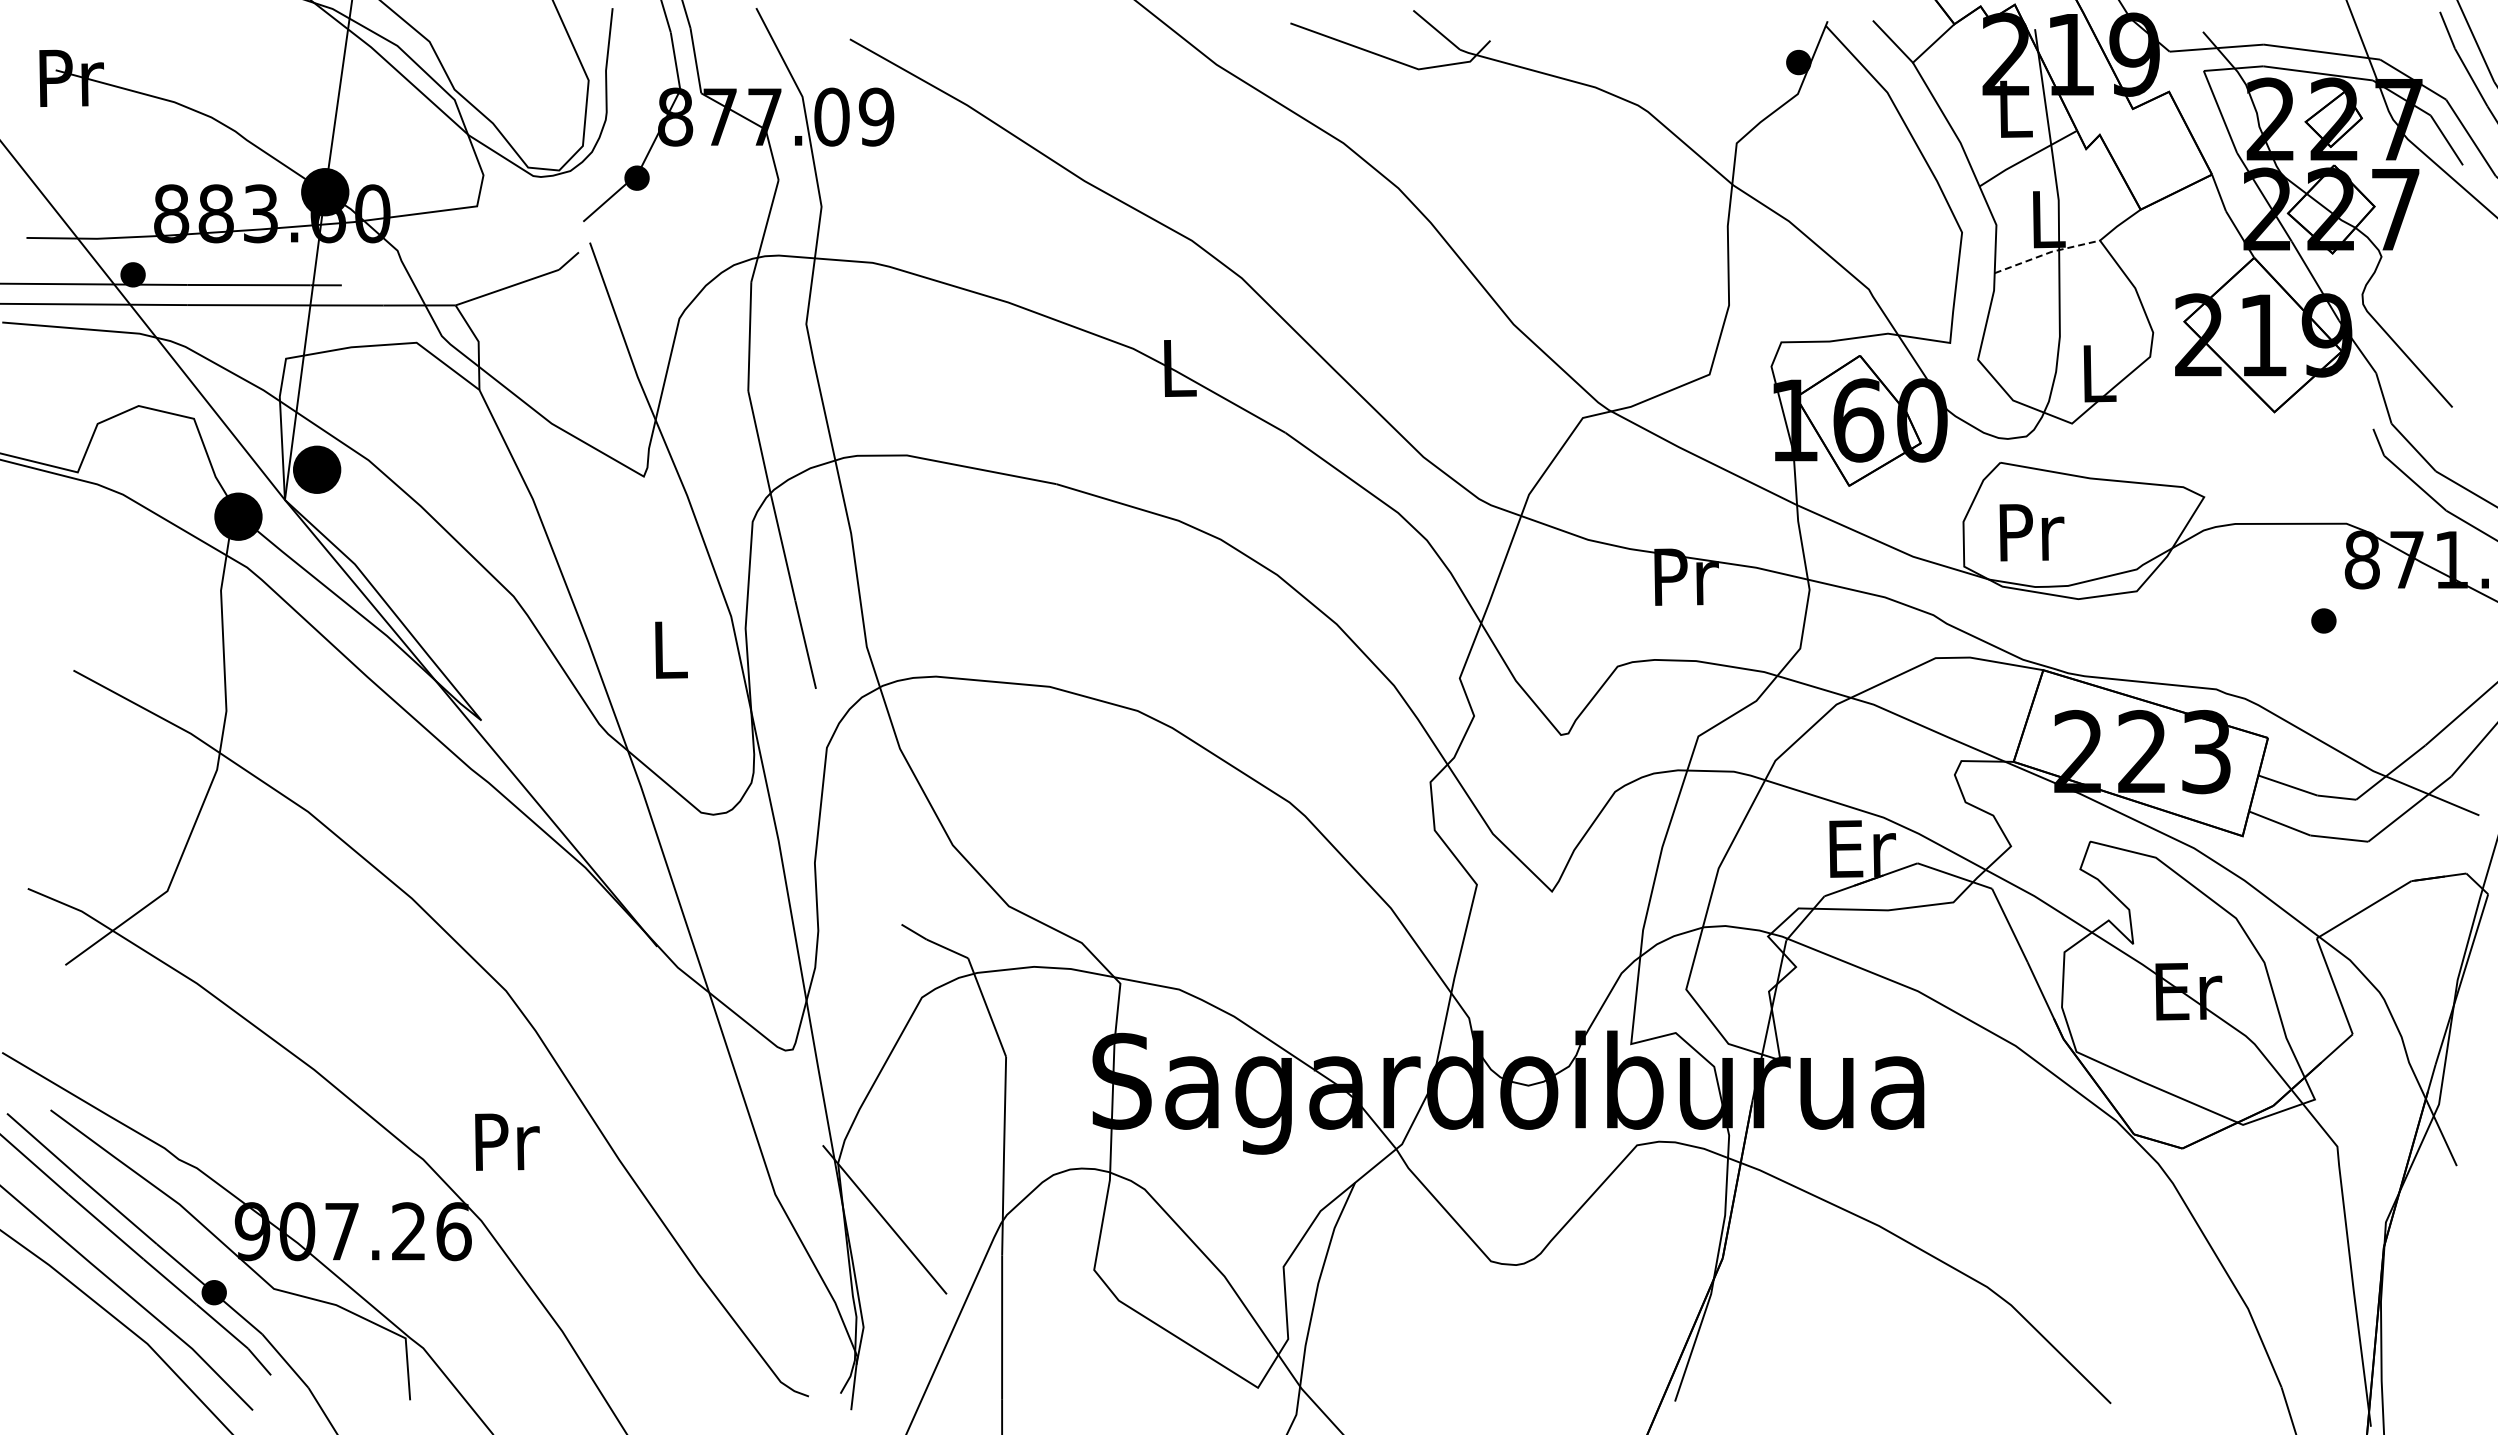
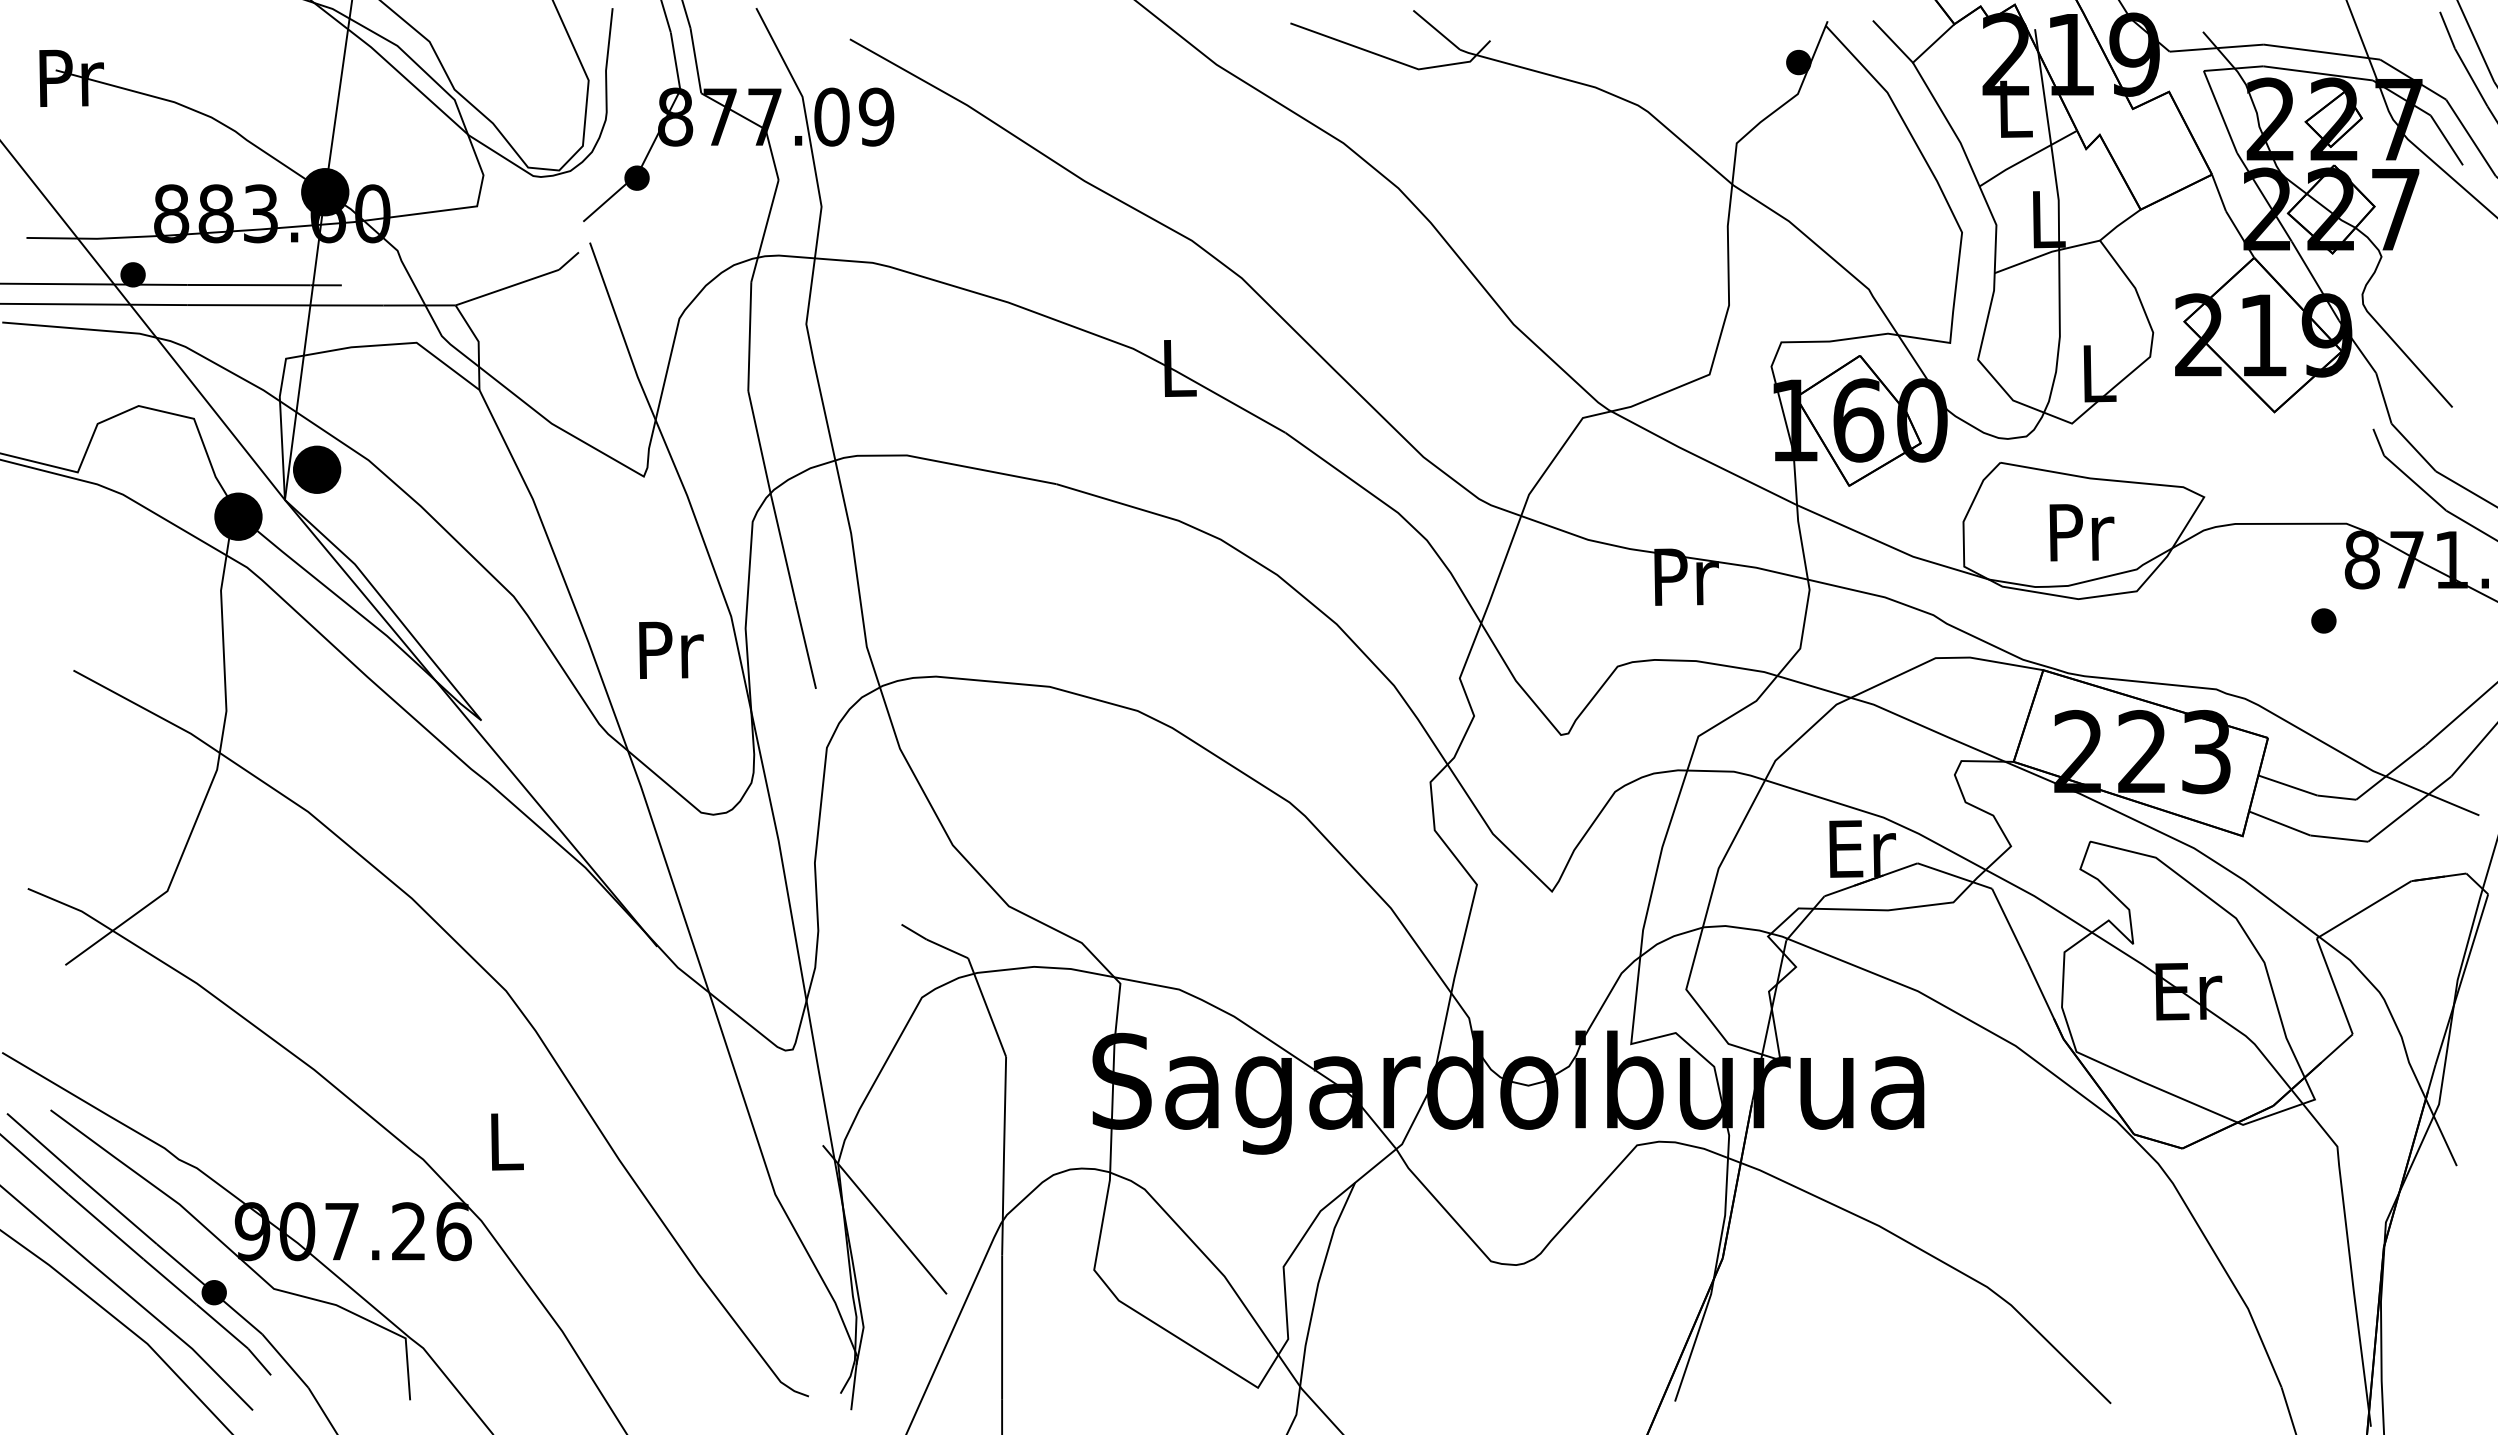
line at (2047, 253): dashed -> solid
text at (2031, 532) position: (2031, 532) -> (2081, 532)
text at (671, 649): L -> Pr
text at (507, 1141): Pr -> L
